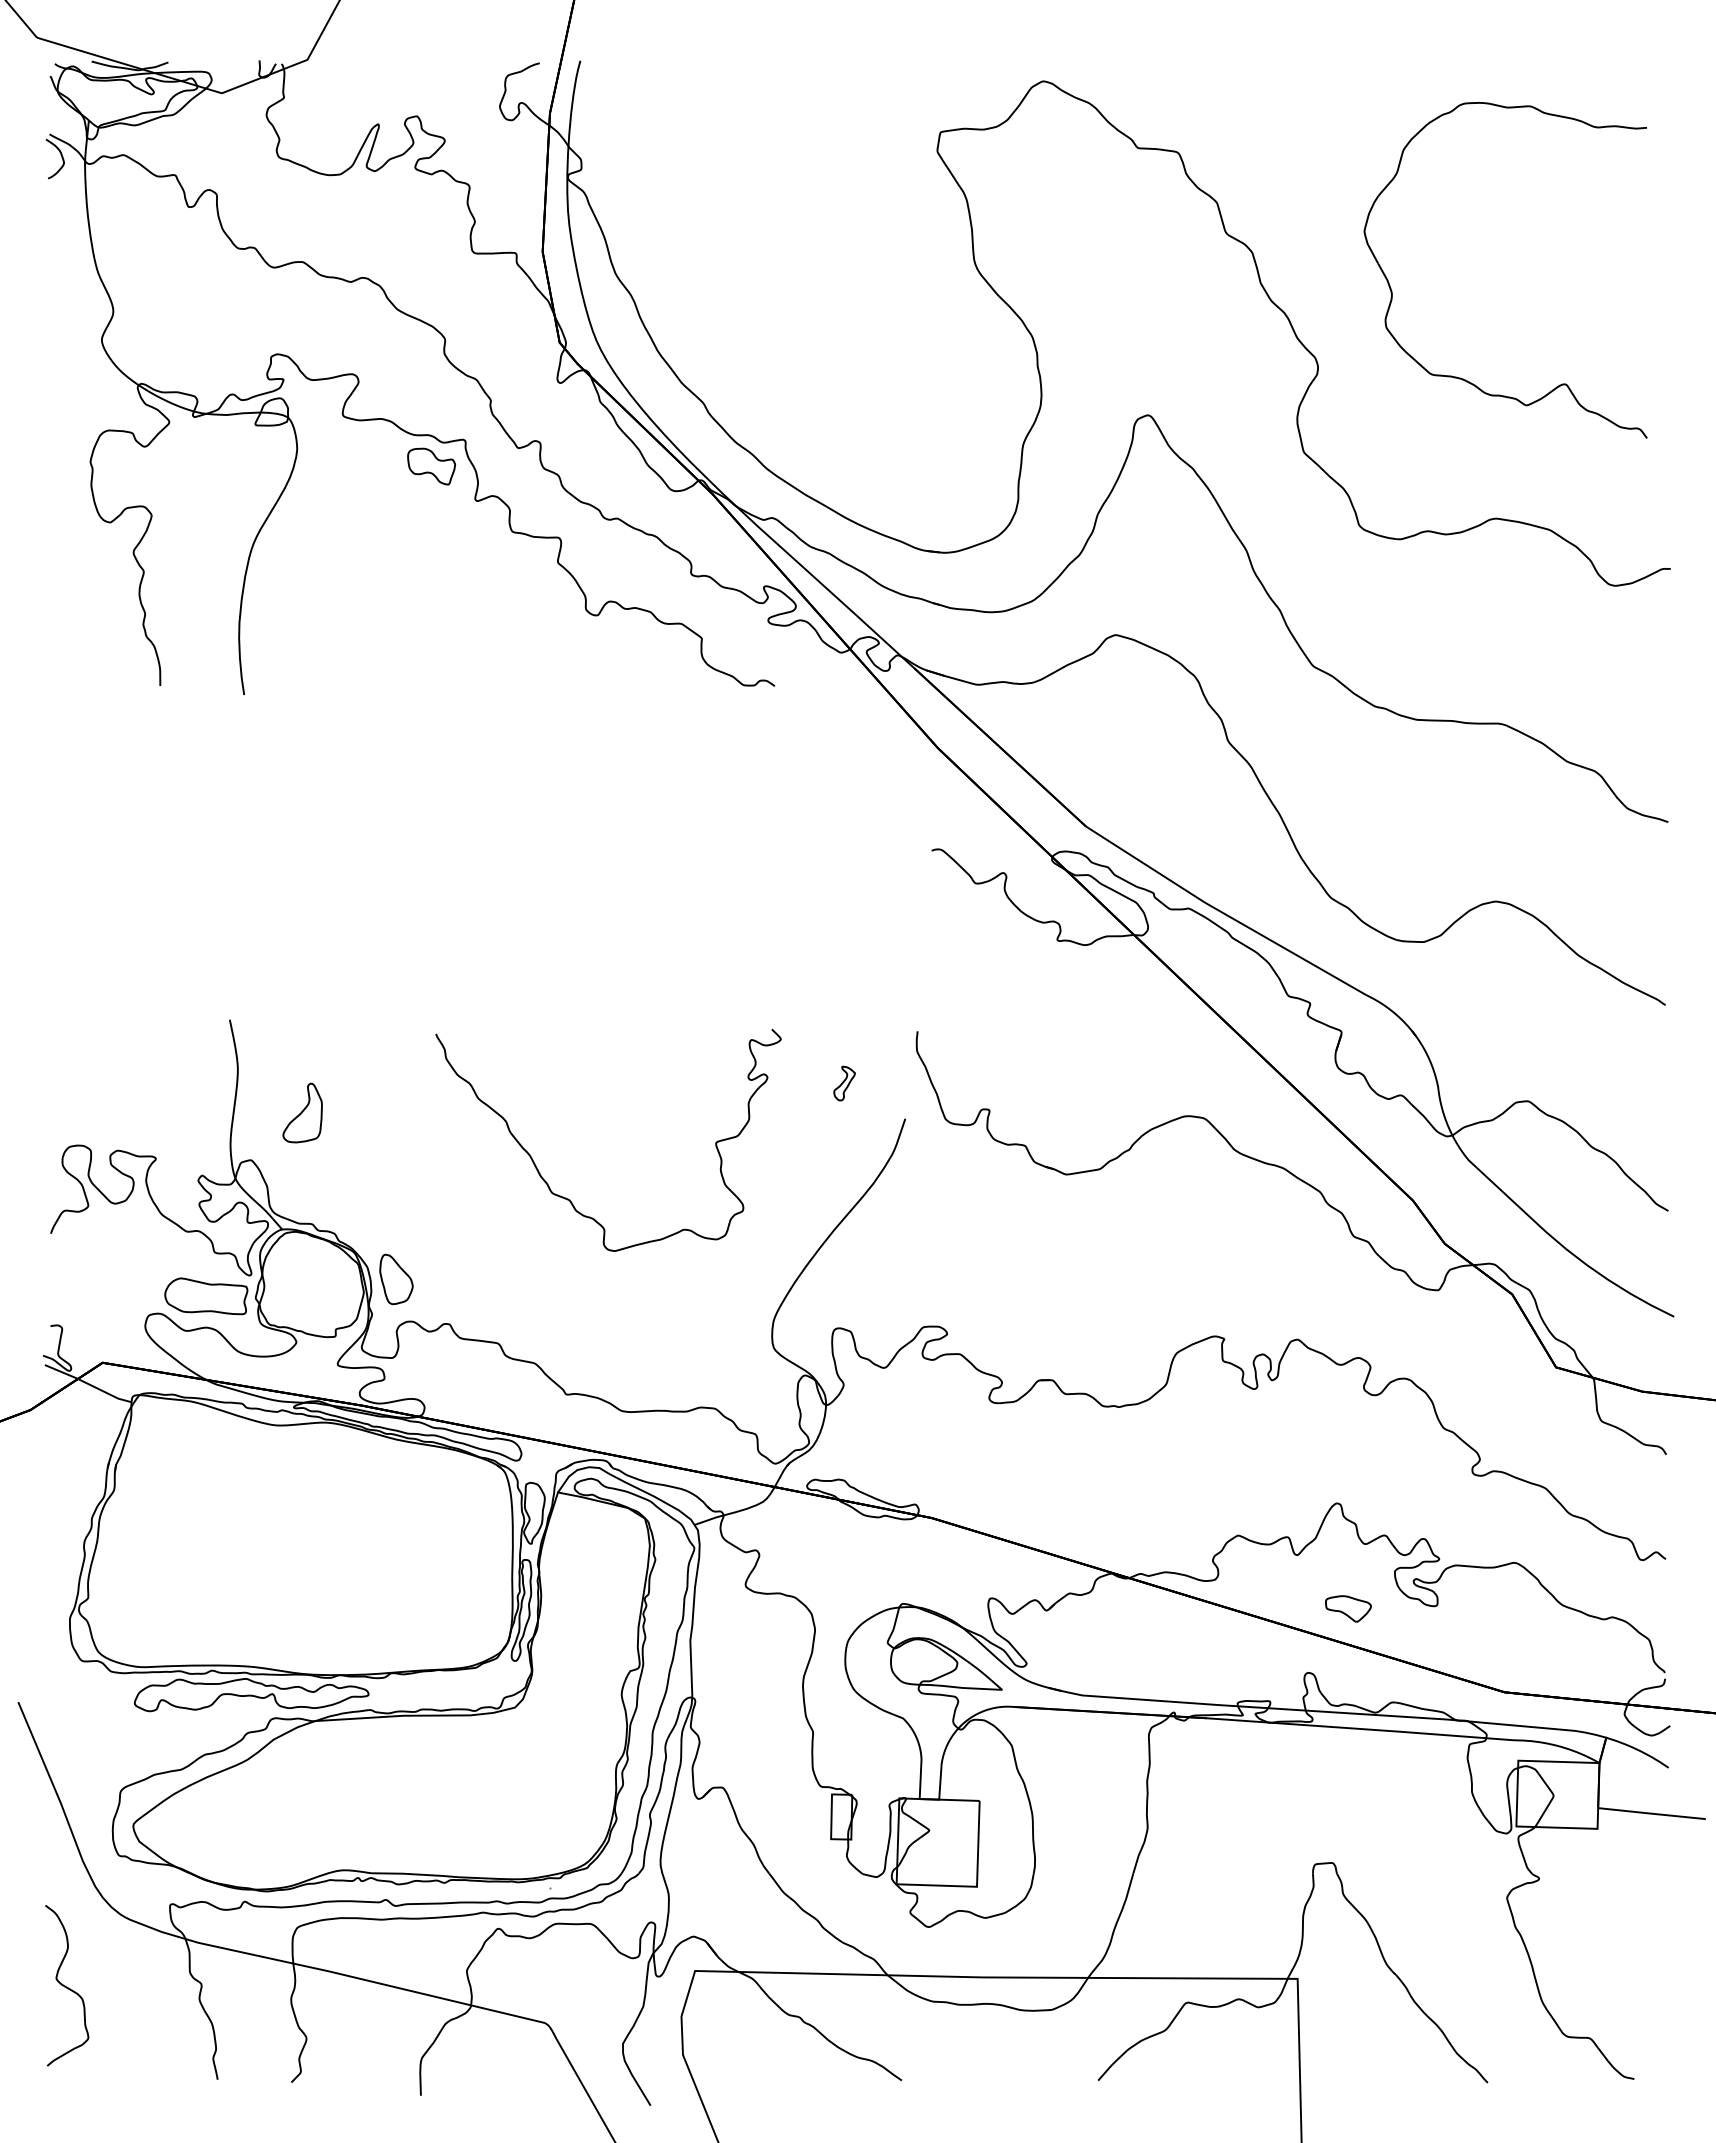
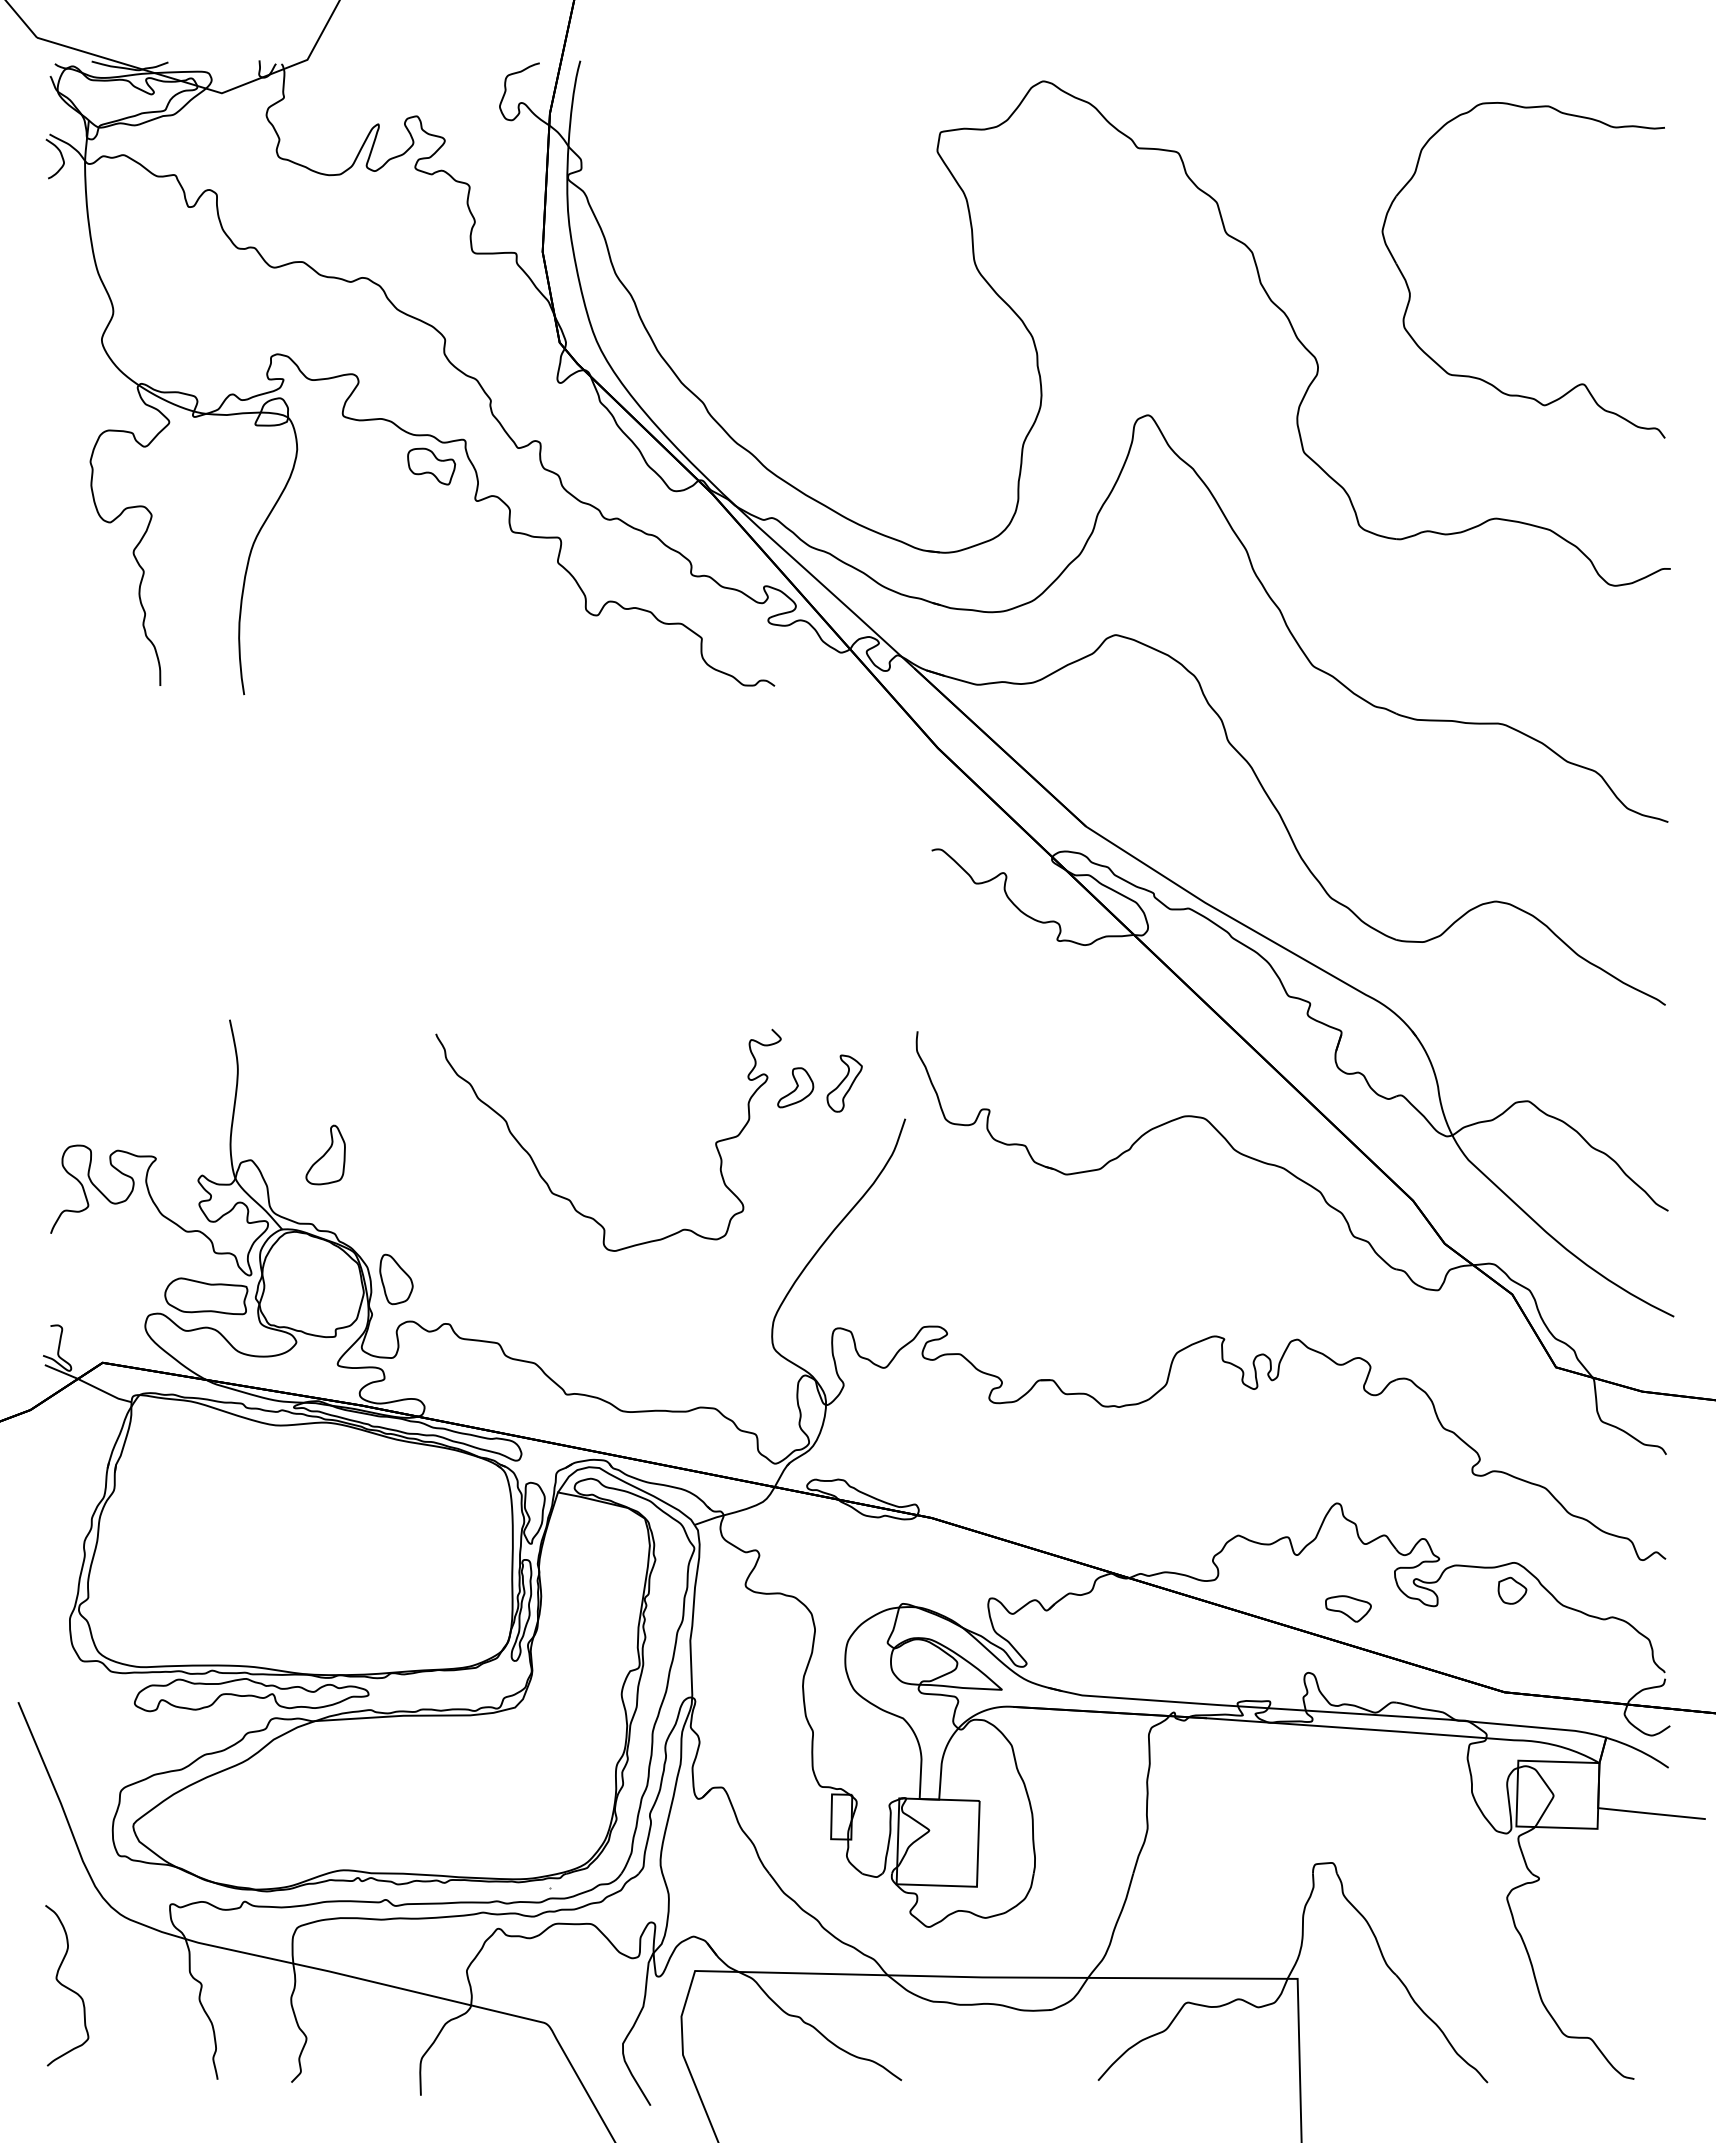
part at (1392, 291) position: (1392, 291) -> (1410, 291)
part at (844, 1083) size: 23x37 px -> 37x59 px
part at (795, 1087): none -> present
part at (302, 1112) position: (302, 1112) -> (325, 1154)
part at (1512, 1590): none -> present
